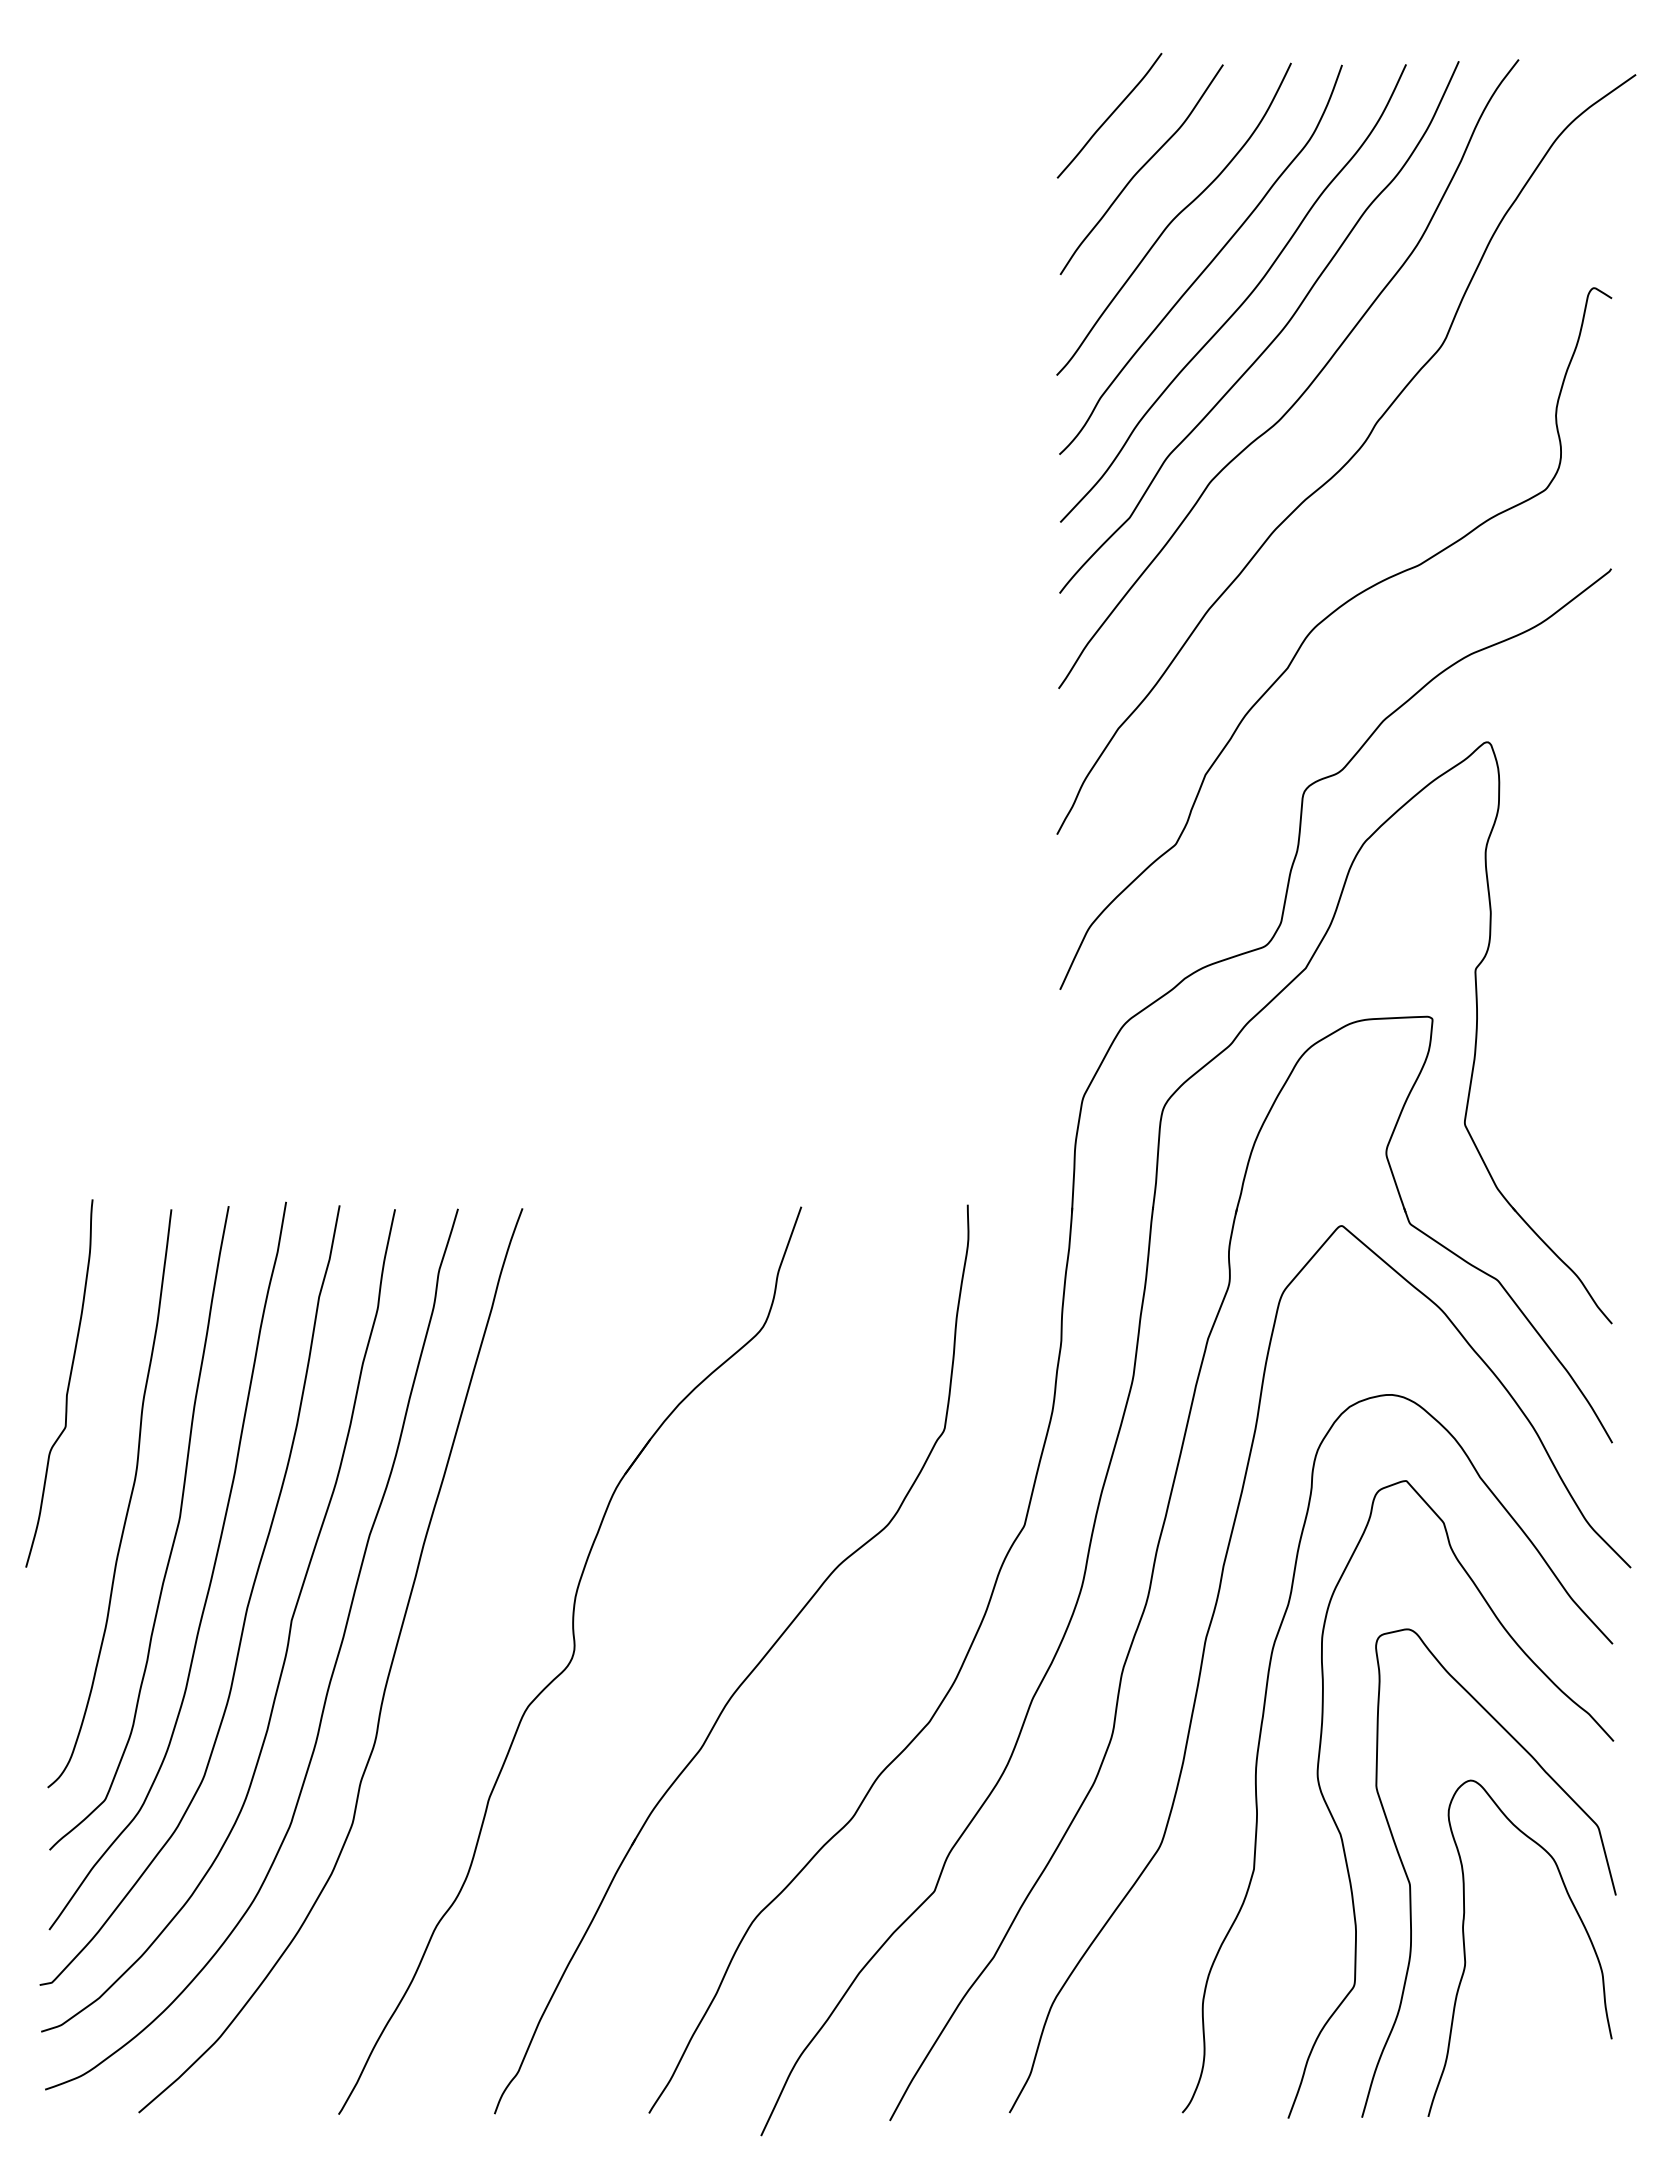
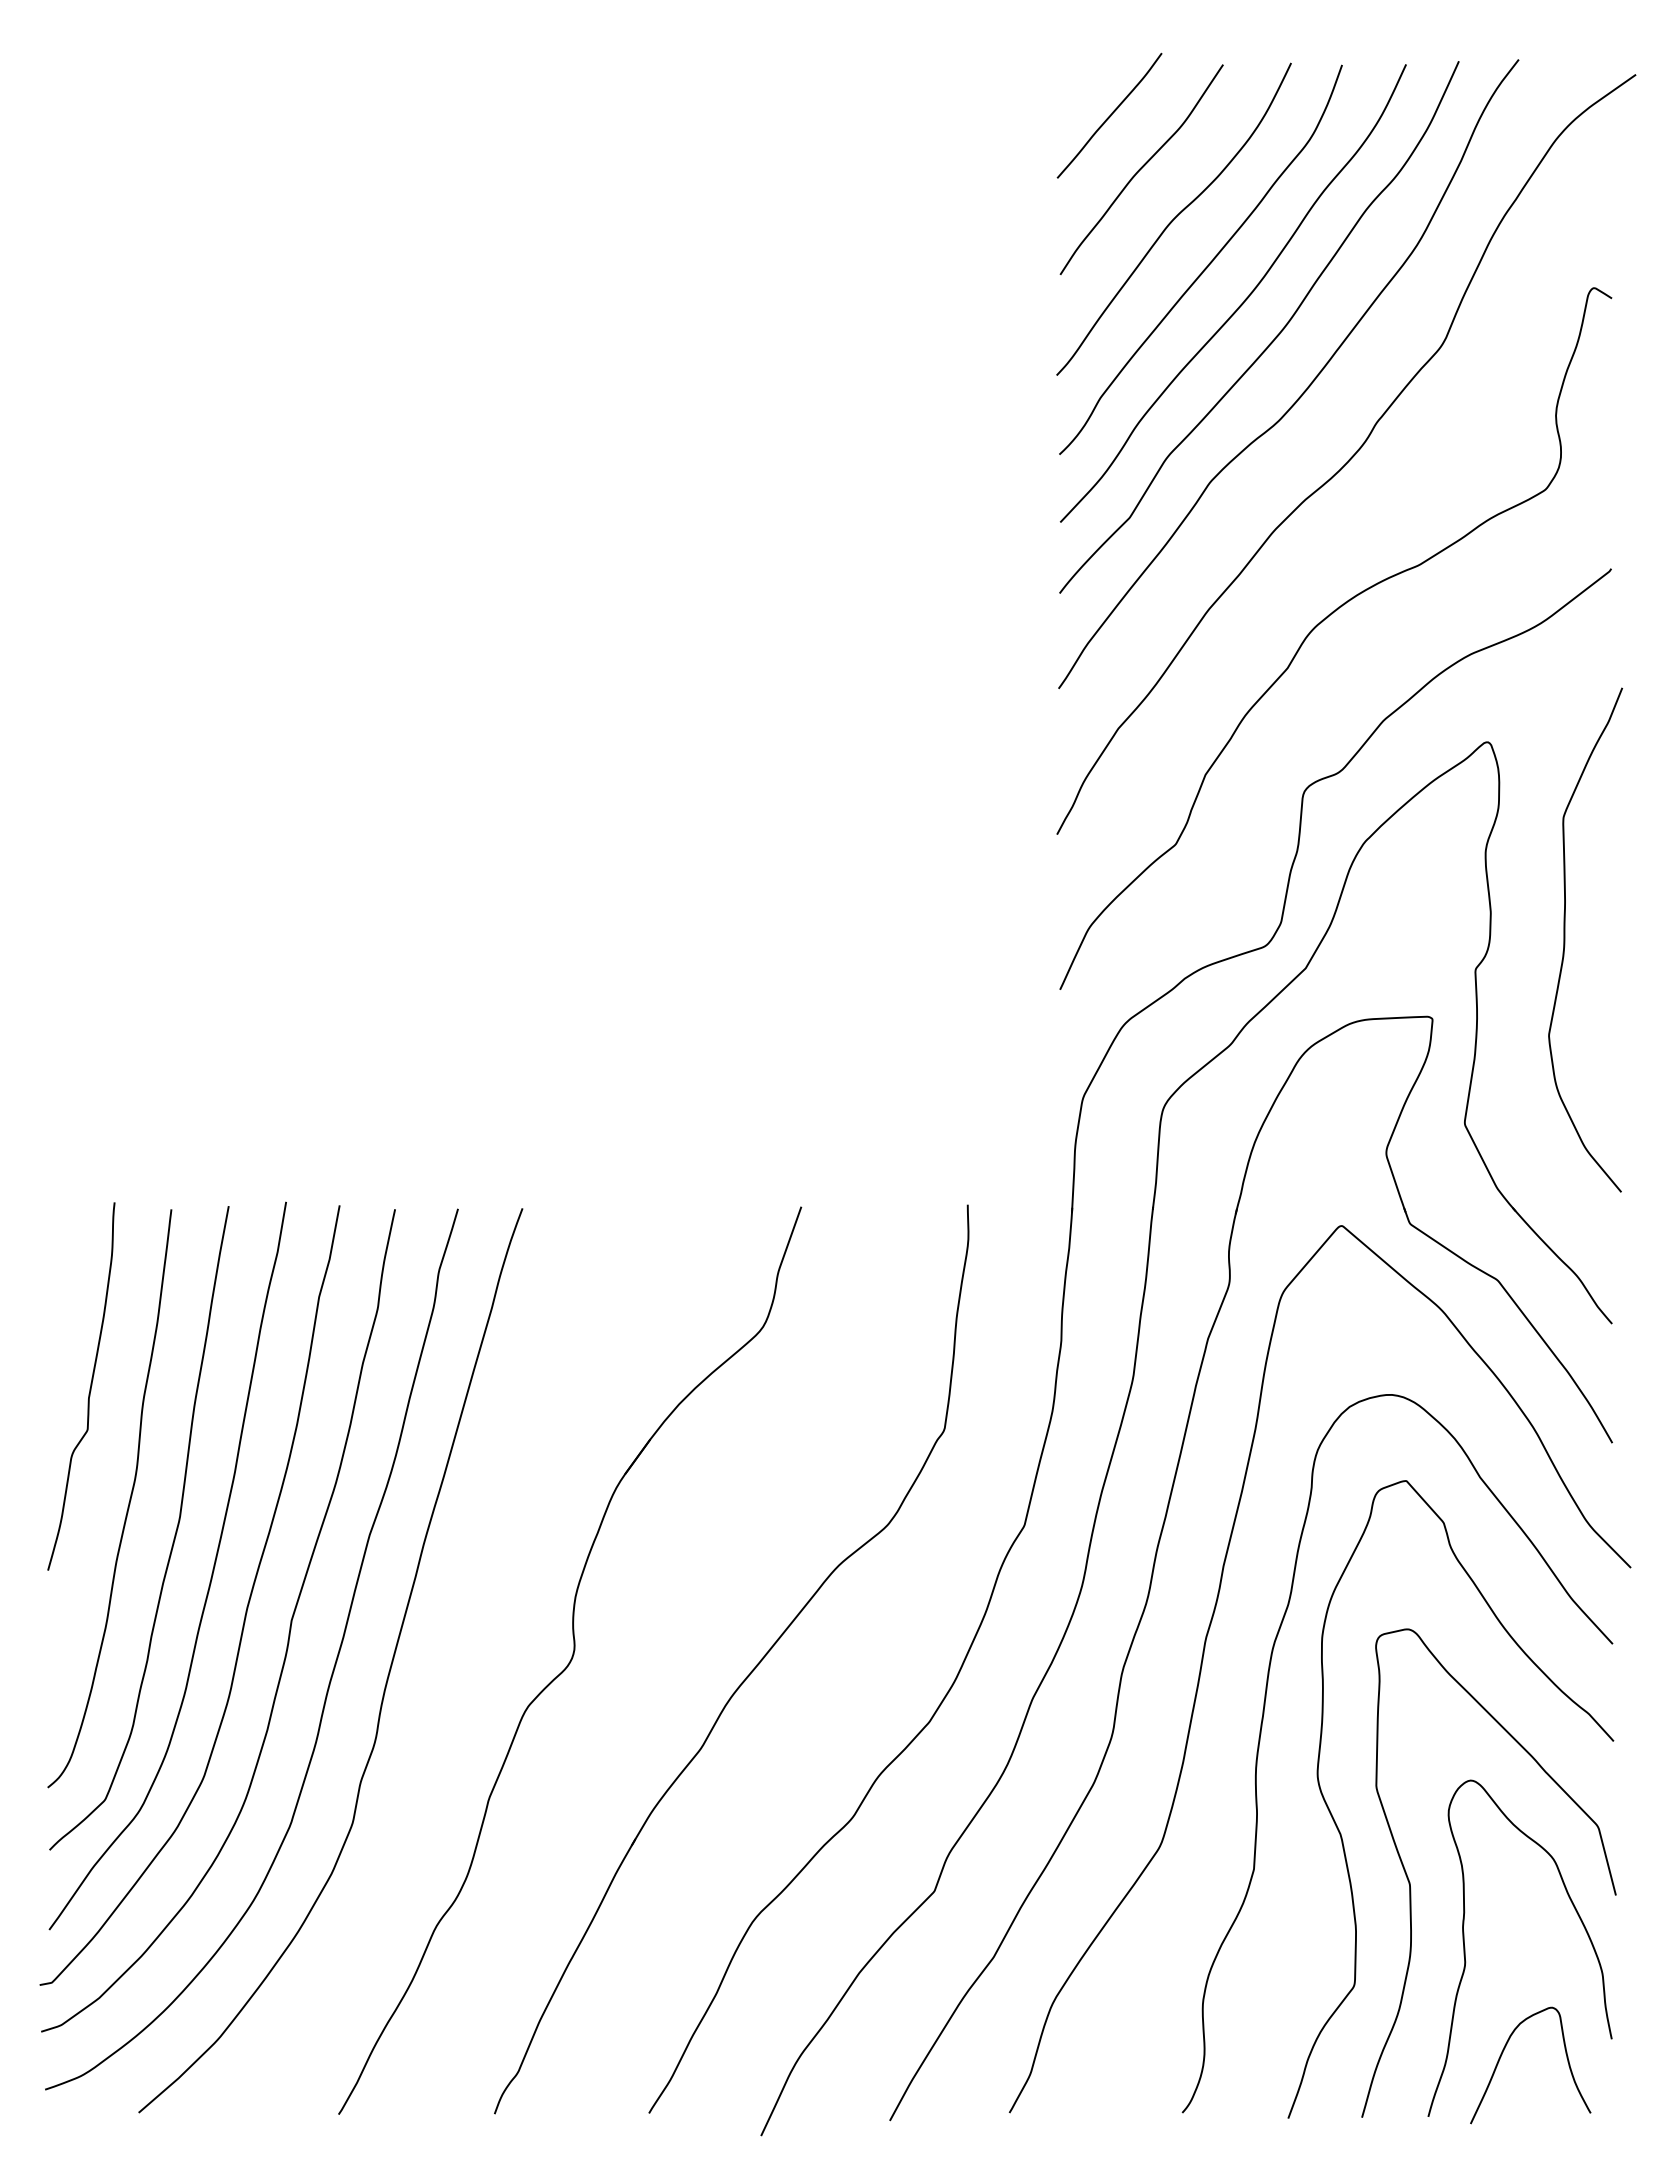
curve at (1565, 939): none -> present
curve at (67, 1385) position: (67, 1385) -> (89, 1388)
curve at (1503, 2052): none -> present
